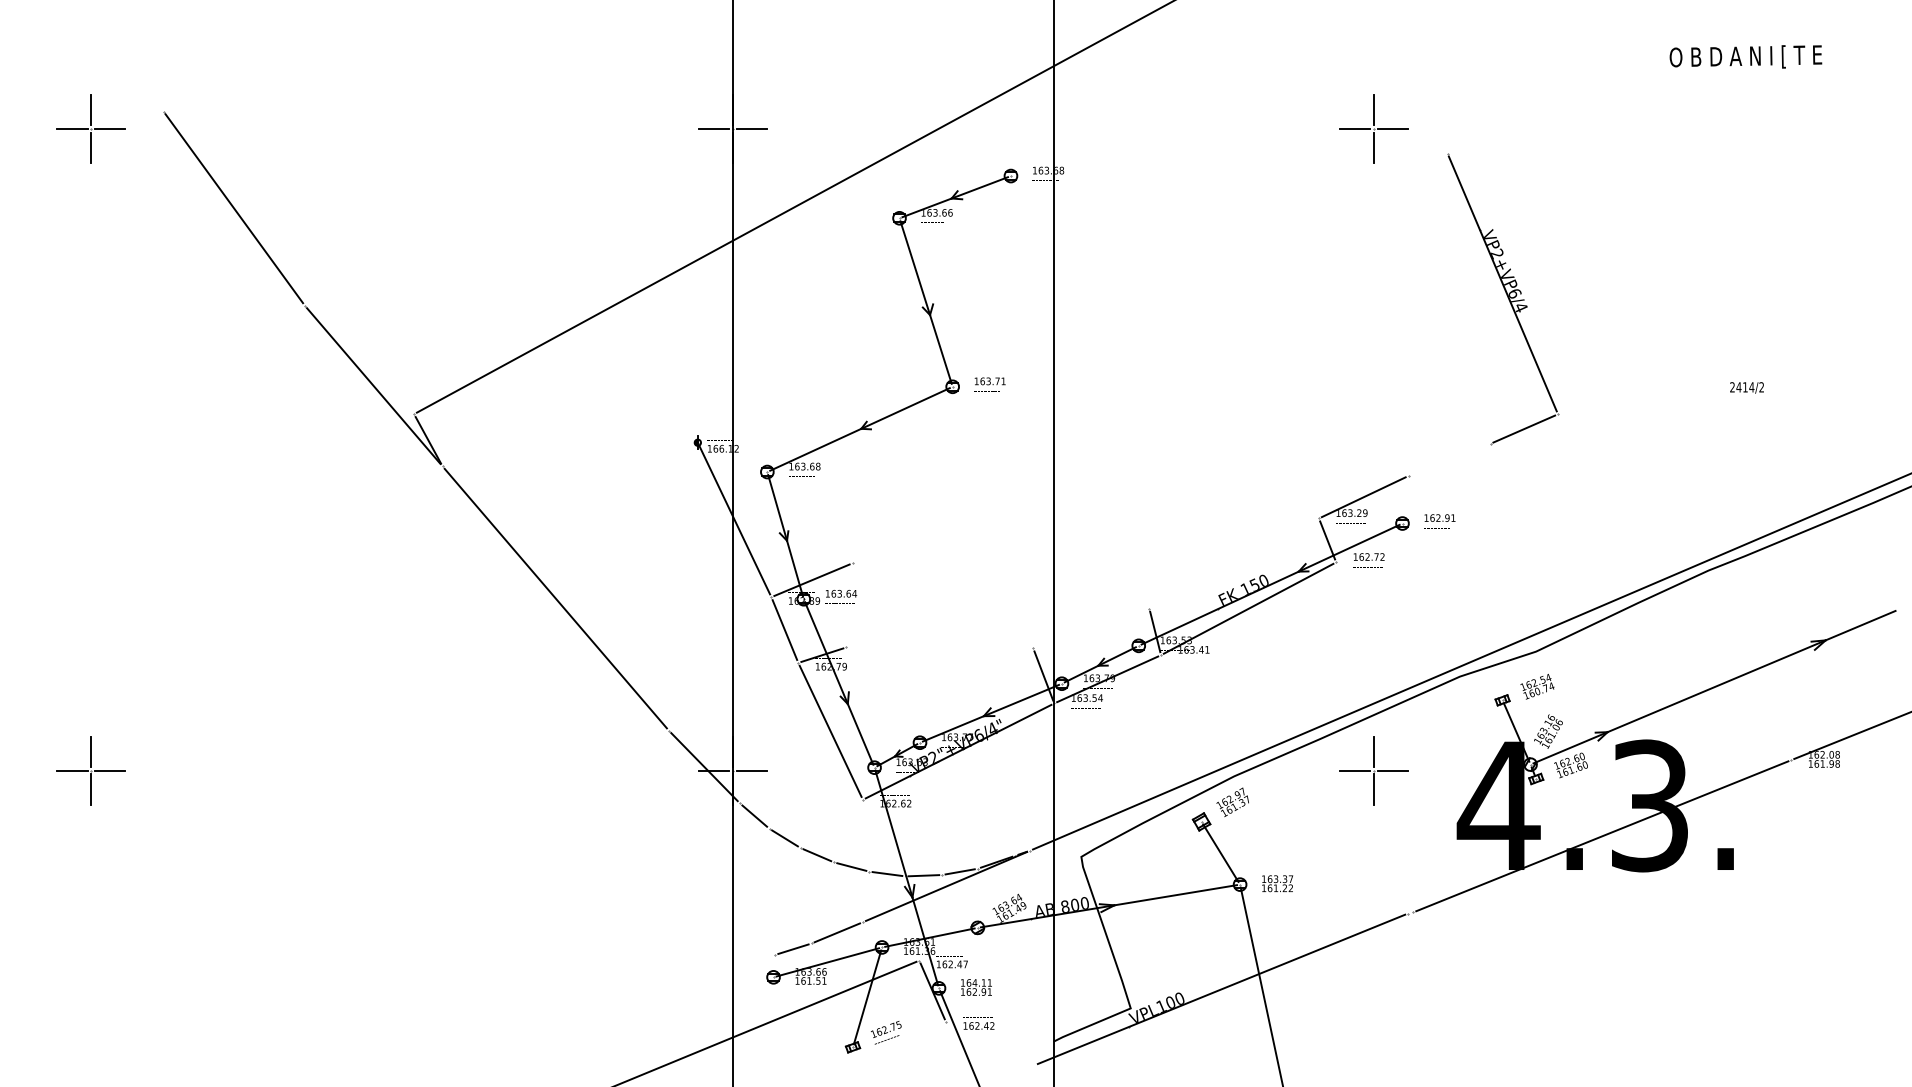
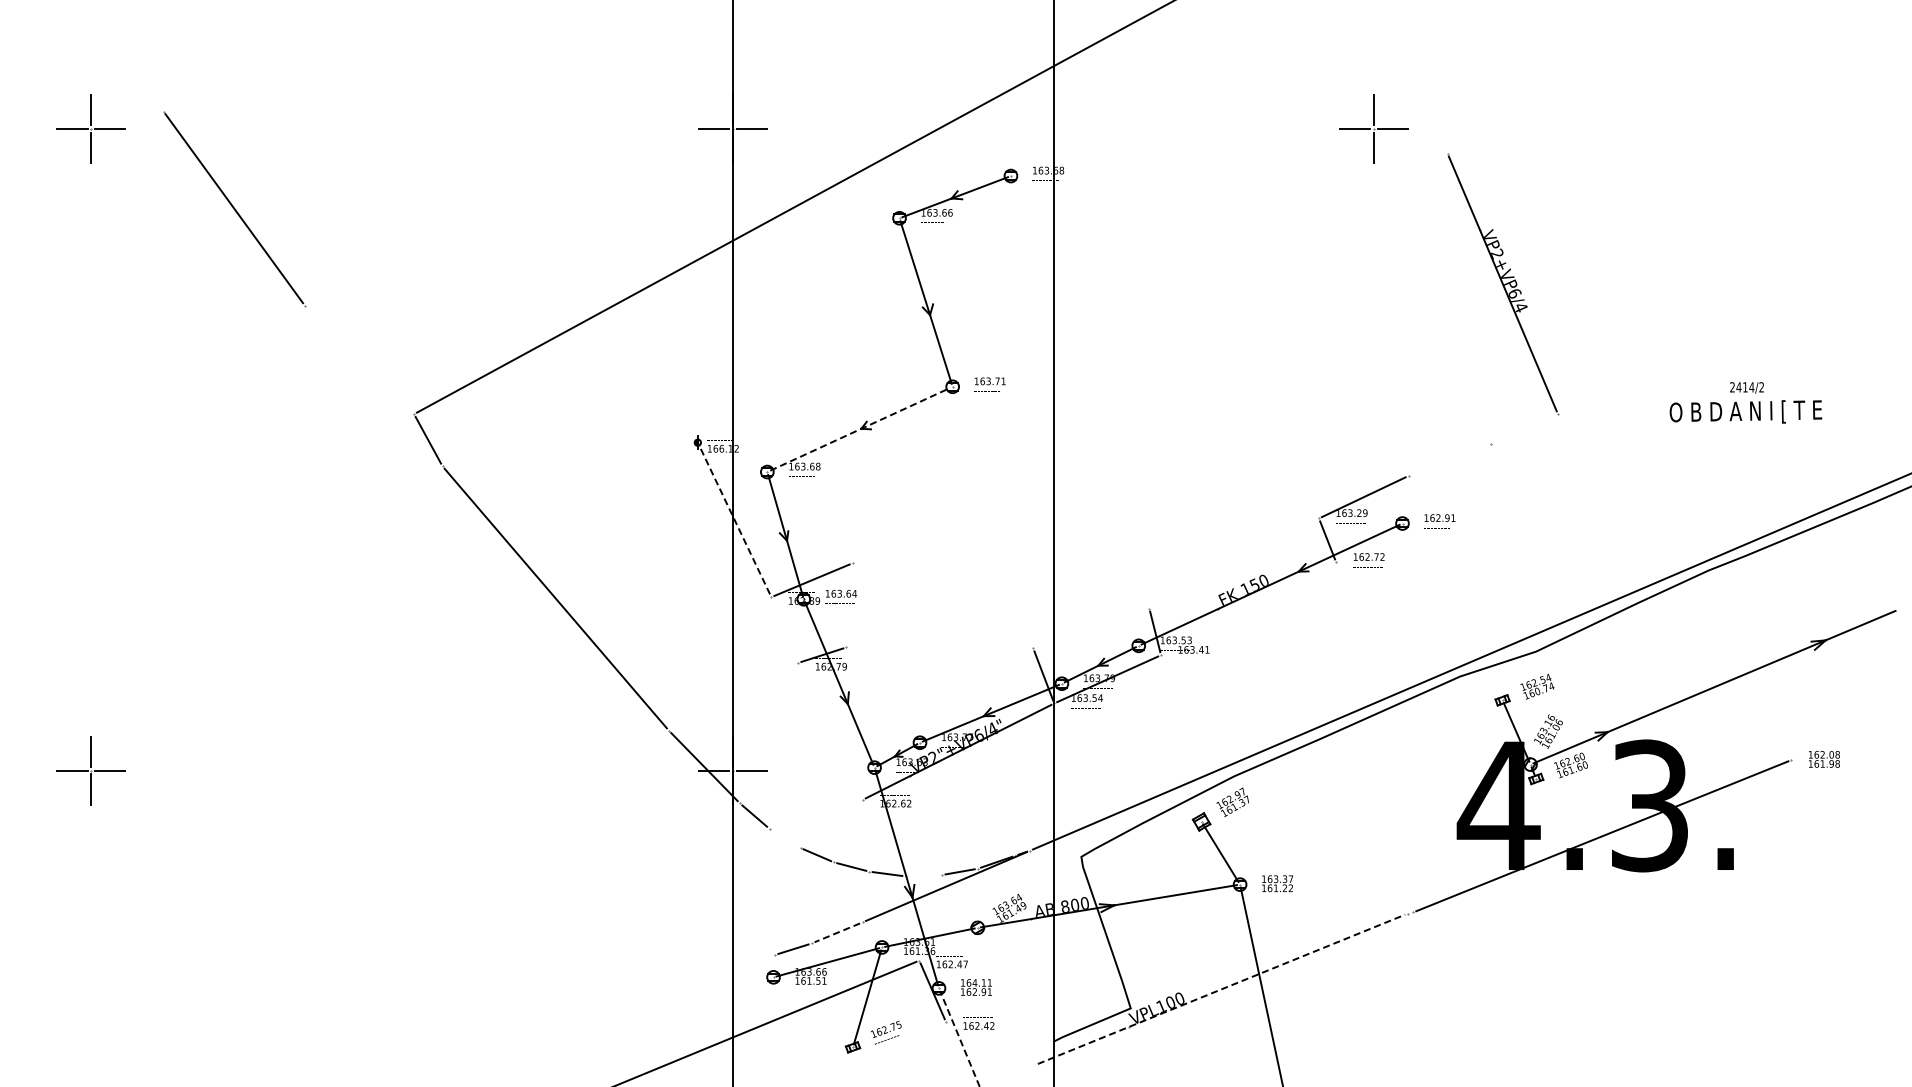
text at (1745, 56) position: (1745, 56) -> (1745, 411)
line at (373, 385): present -> none
line at (1524, 428): present -> none
line at (860, 429): solid -> dashed
line at (734, 519): solid -> dashed
line at (1248, 608): present -> none
line at (784, 629): present -> none
line at (830, 730): present -> none
line at (1851, 735): present -> none
part at (1373, 770): present -> none
line at (784, 838): present -> none
line at (923, 875): present -> none
line at (837, 932): solid -> dashed
line at (1222, 989): solid -> dashed
line at (959, 1038): solid -> dashed
